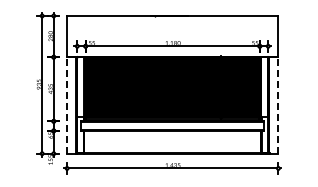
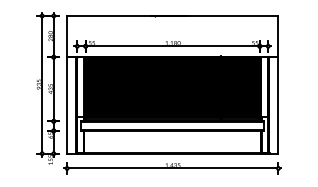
line at (67, 104): dashed -> solid
line at (278, 104): dashed -> solid
